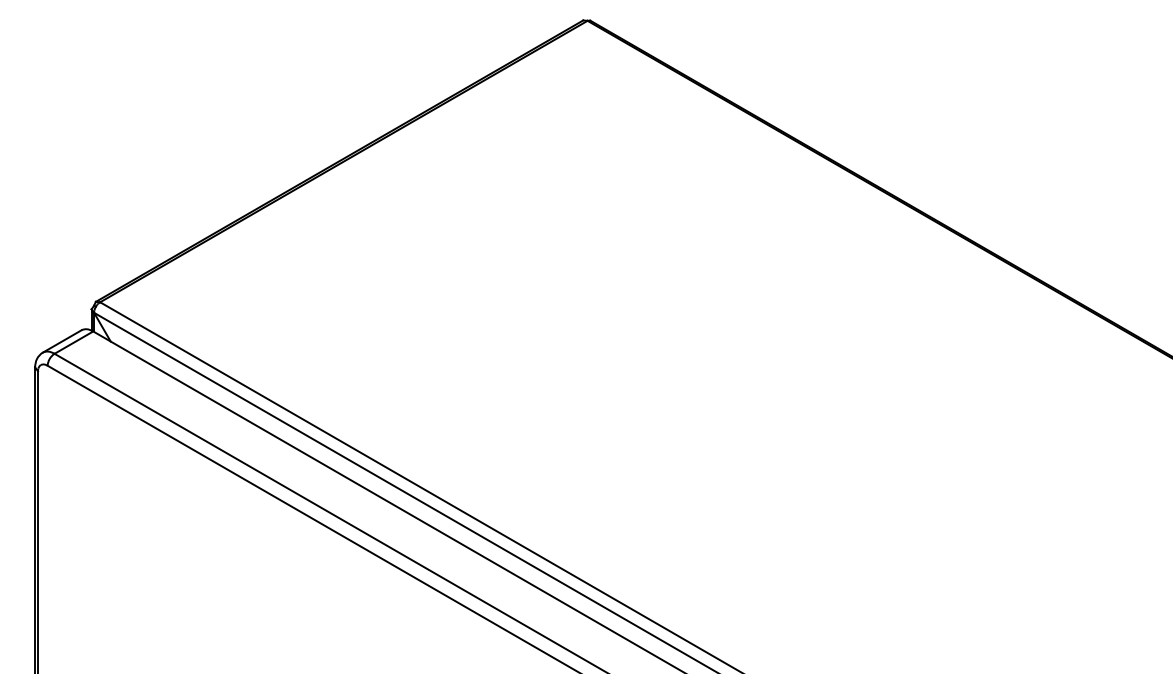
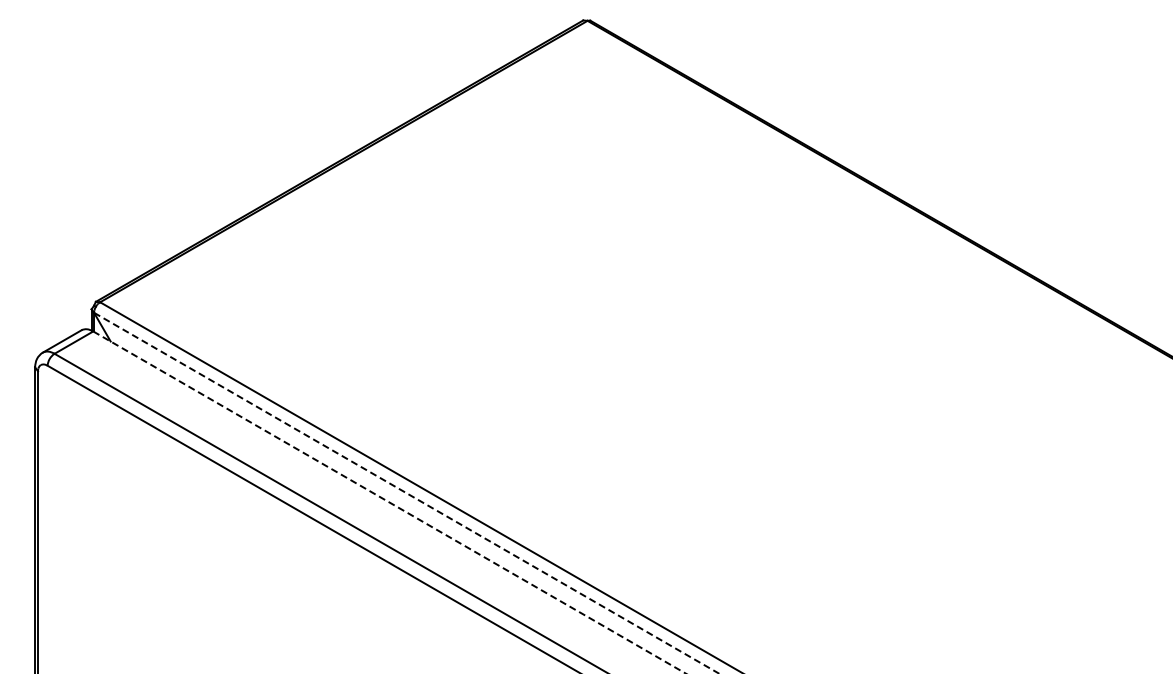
line at (406, 493): solid -> dashed
line at (390, 502): solid -> dashed
